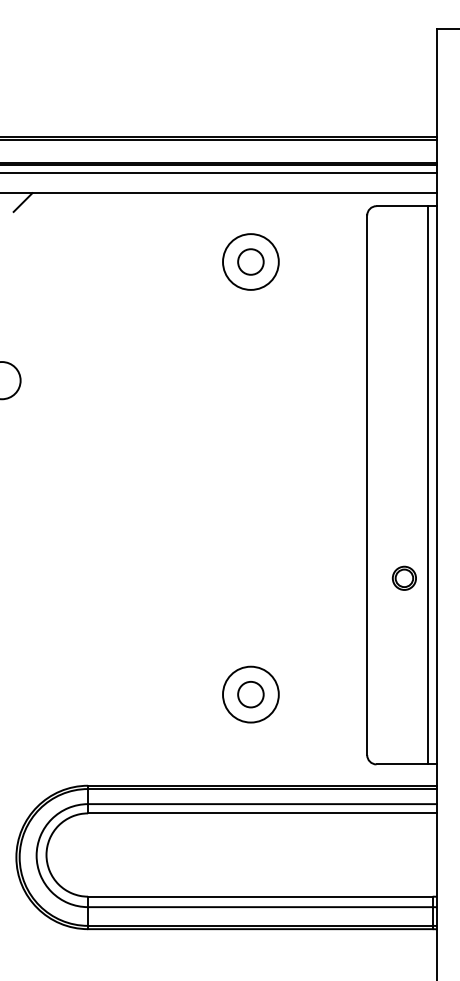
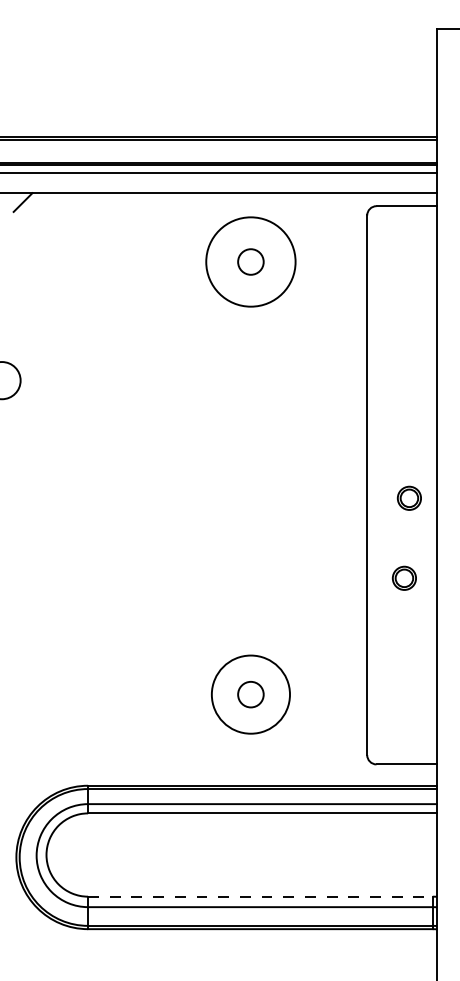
circle at (250, 261) diameter: 56 px -> 89 px
line at (427, 485): present -> none
part at (408, 497): none -> present
circle at (250, 694) diameter: 56 px -> 78 px
line at (260, 896): solid -> dashed
